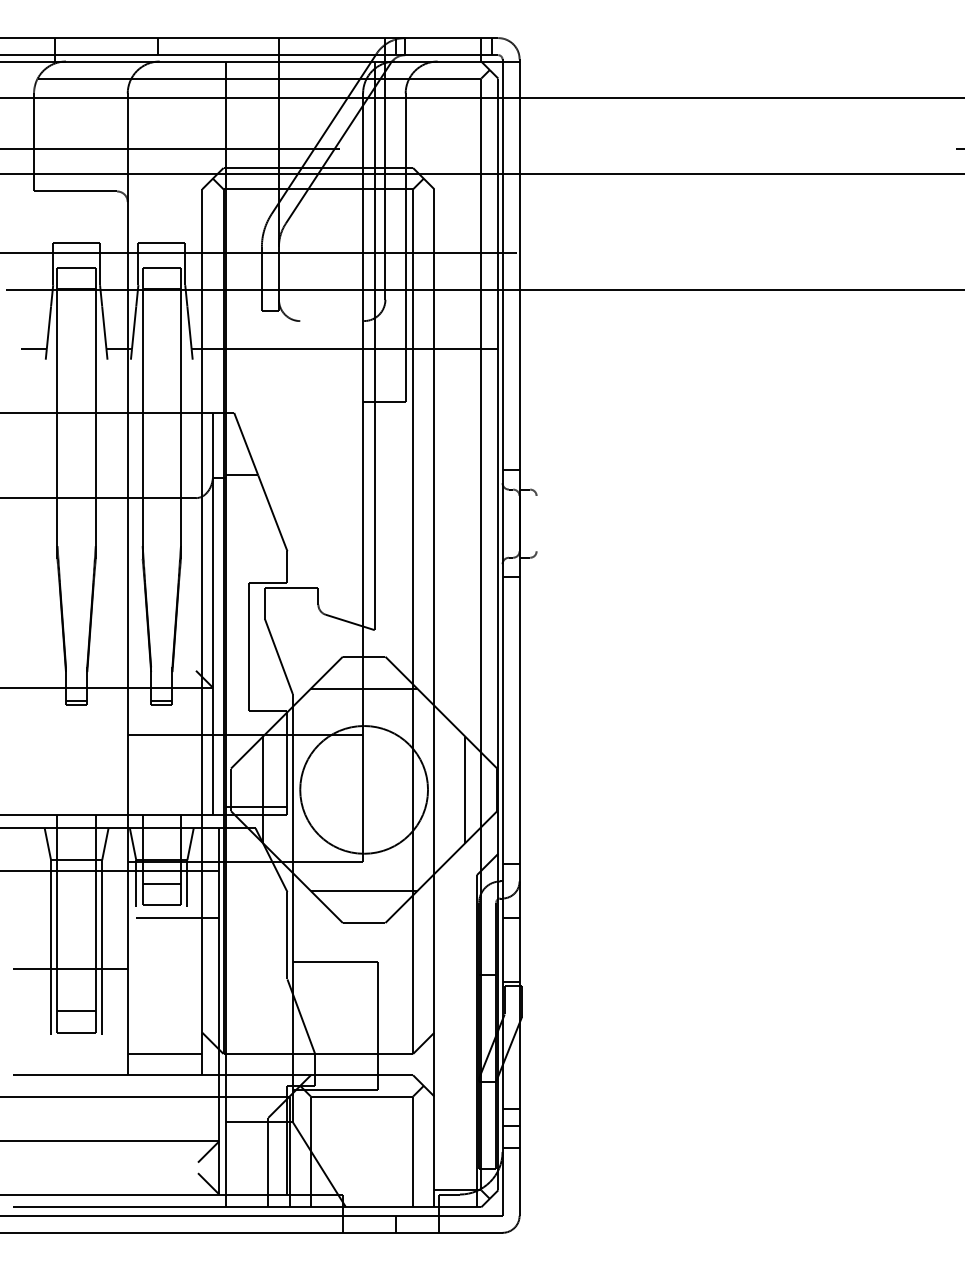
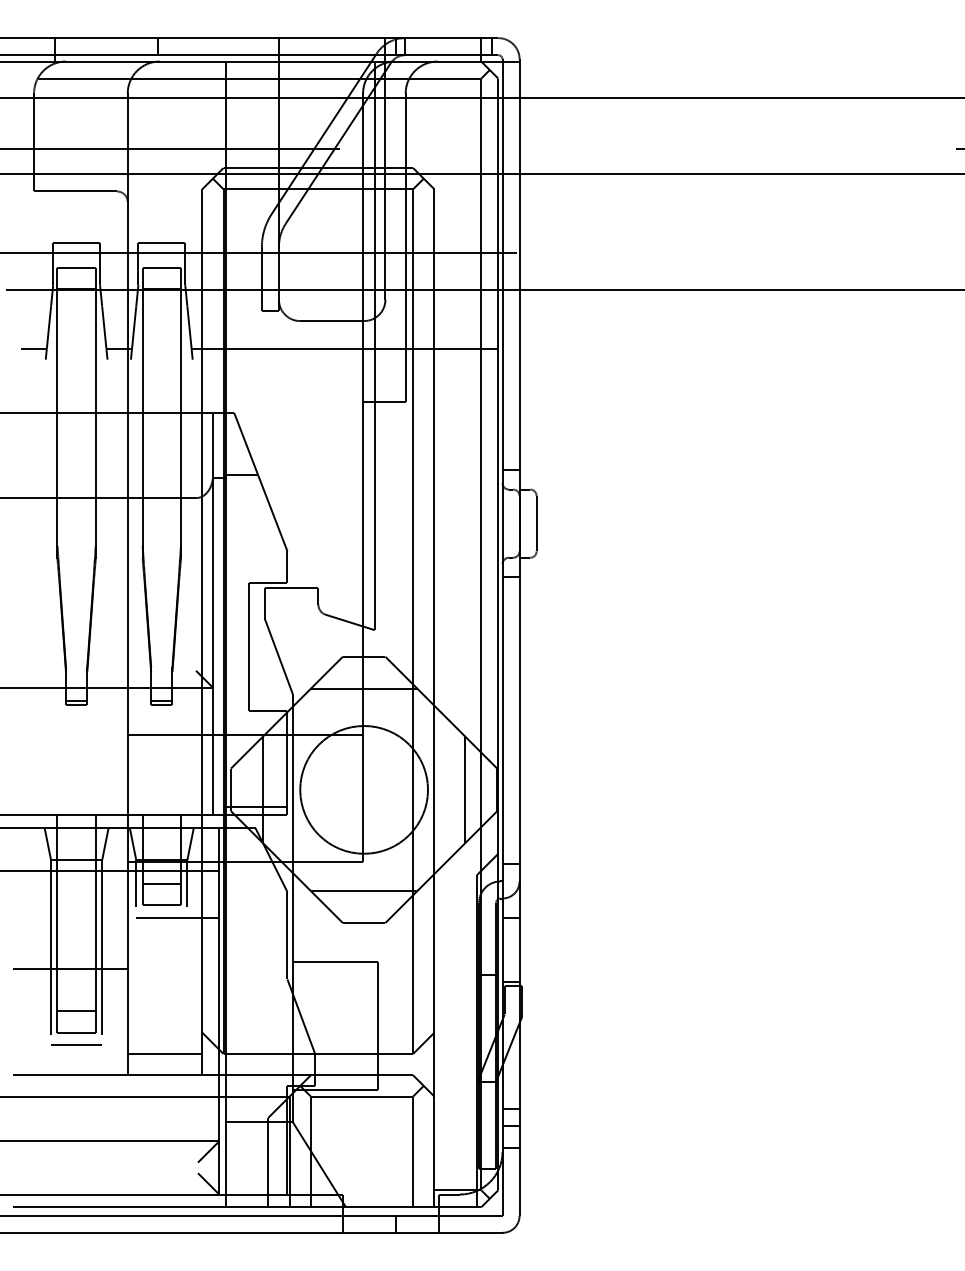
line at (332, 321): none -> present
line at (536, 523): none -> present
line at (76, 1044): none -> present
